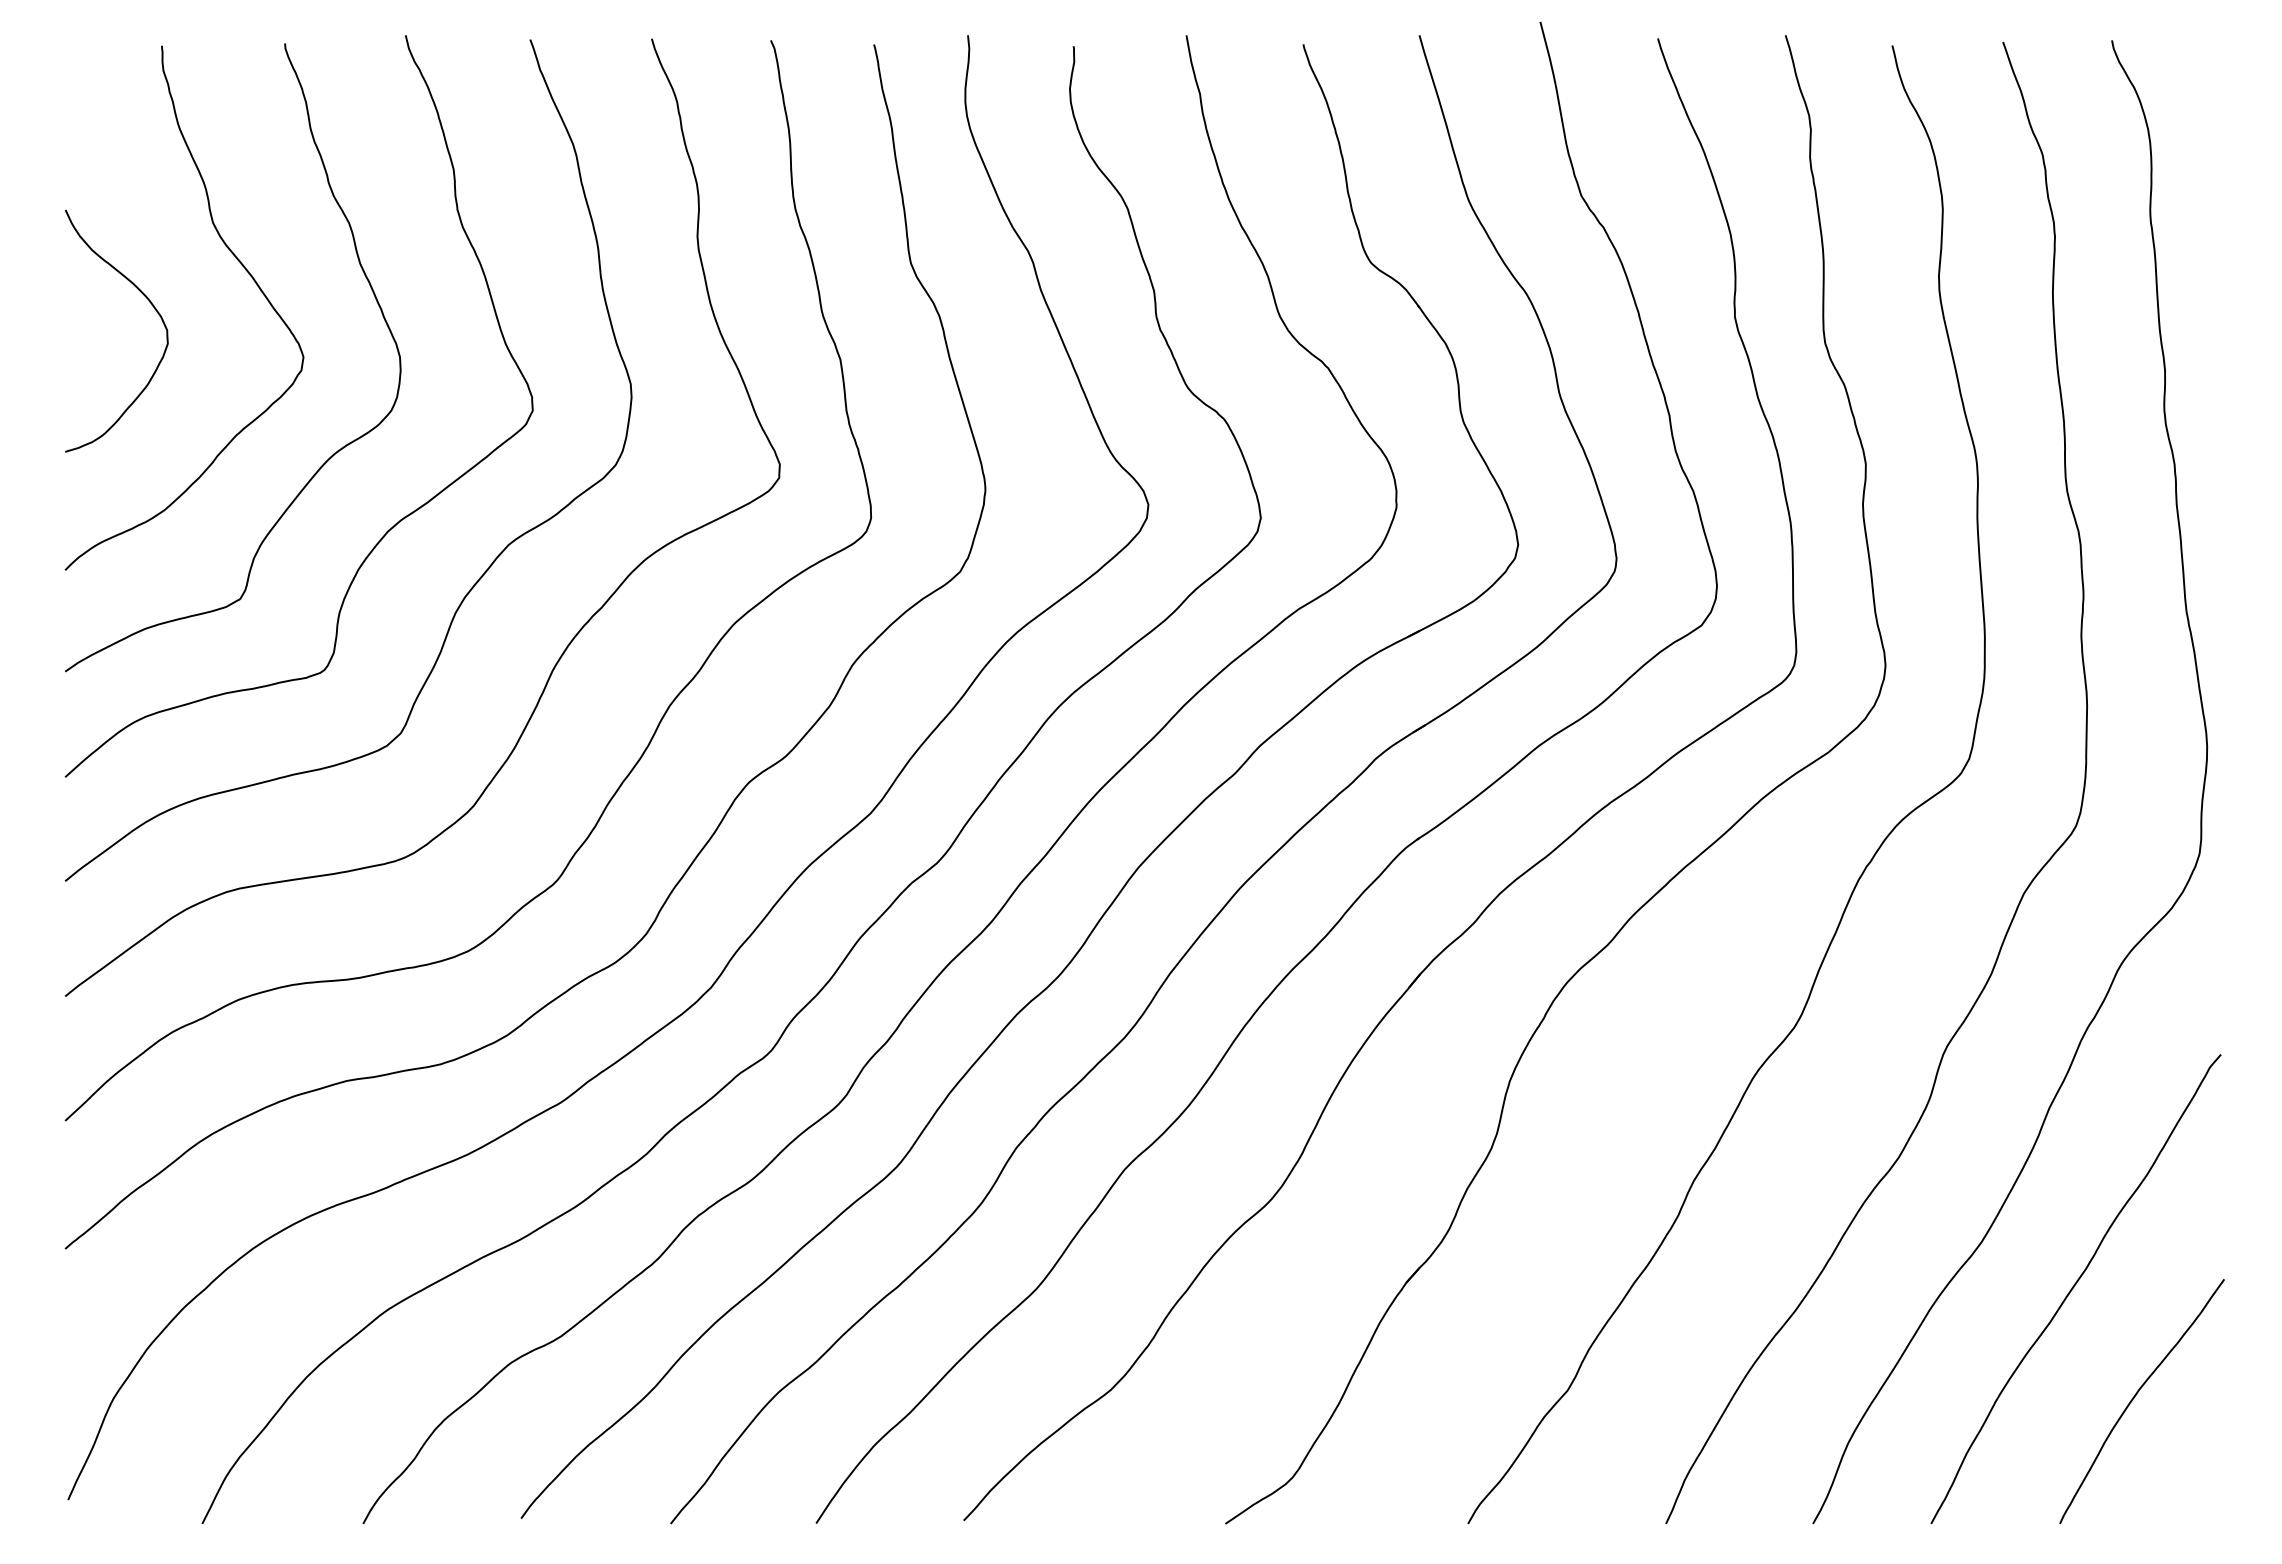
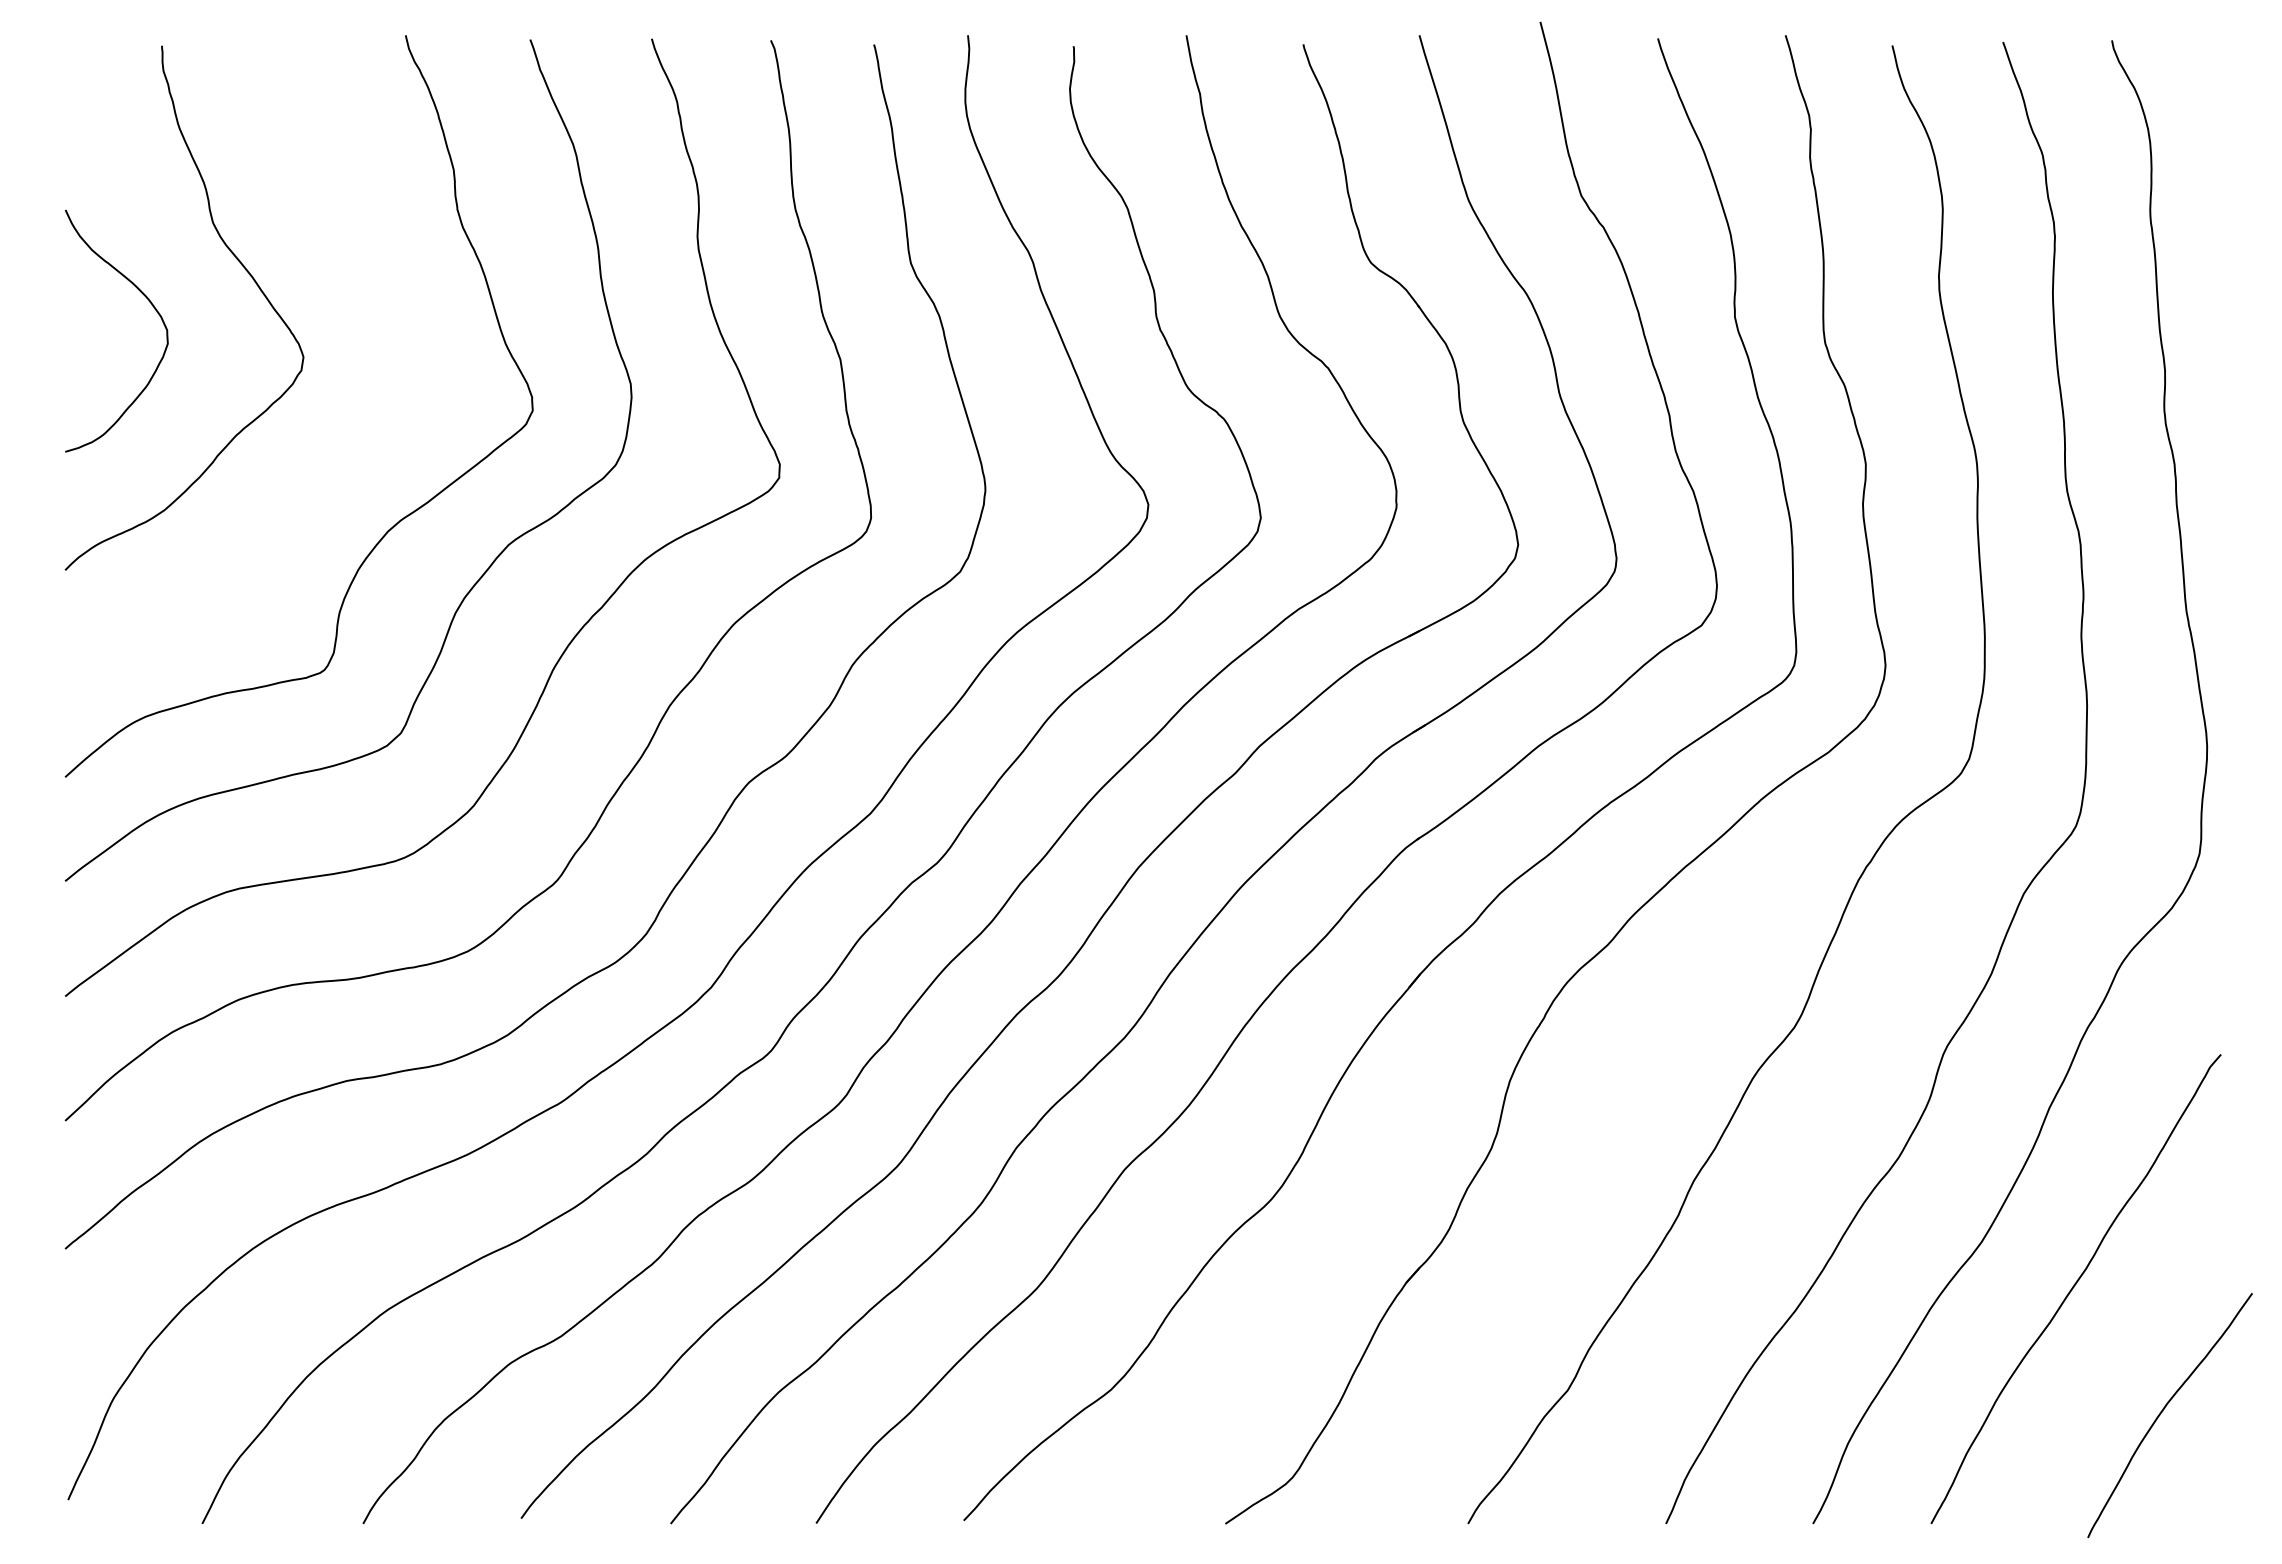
curve at (331, 455): present -> none
curve at (2135, 1397) position: (2135, 1397) -> (2163, 1411)
